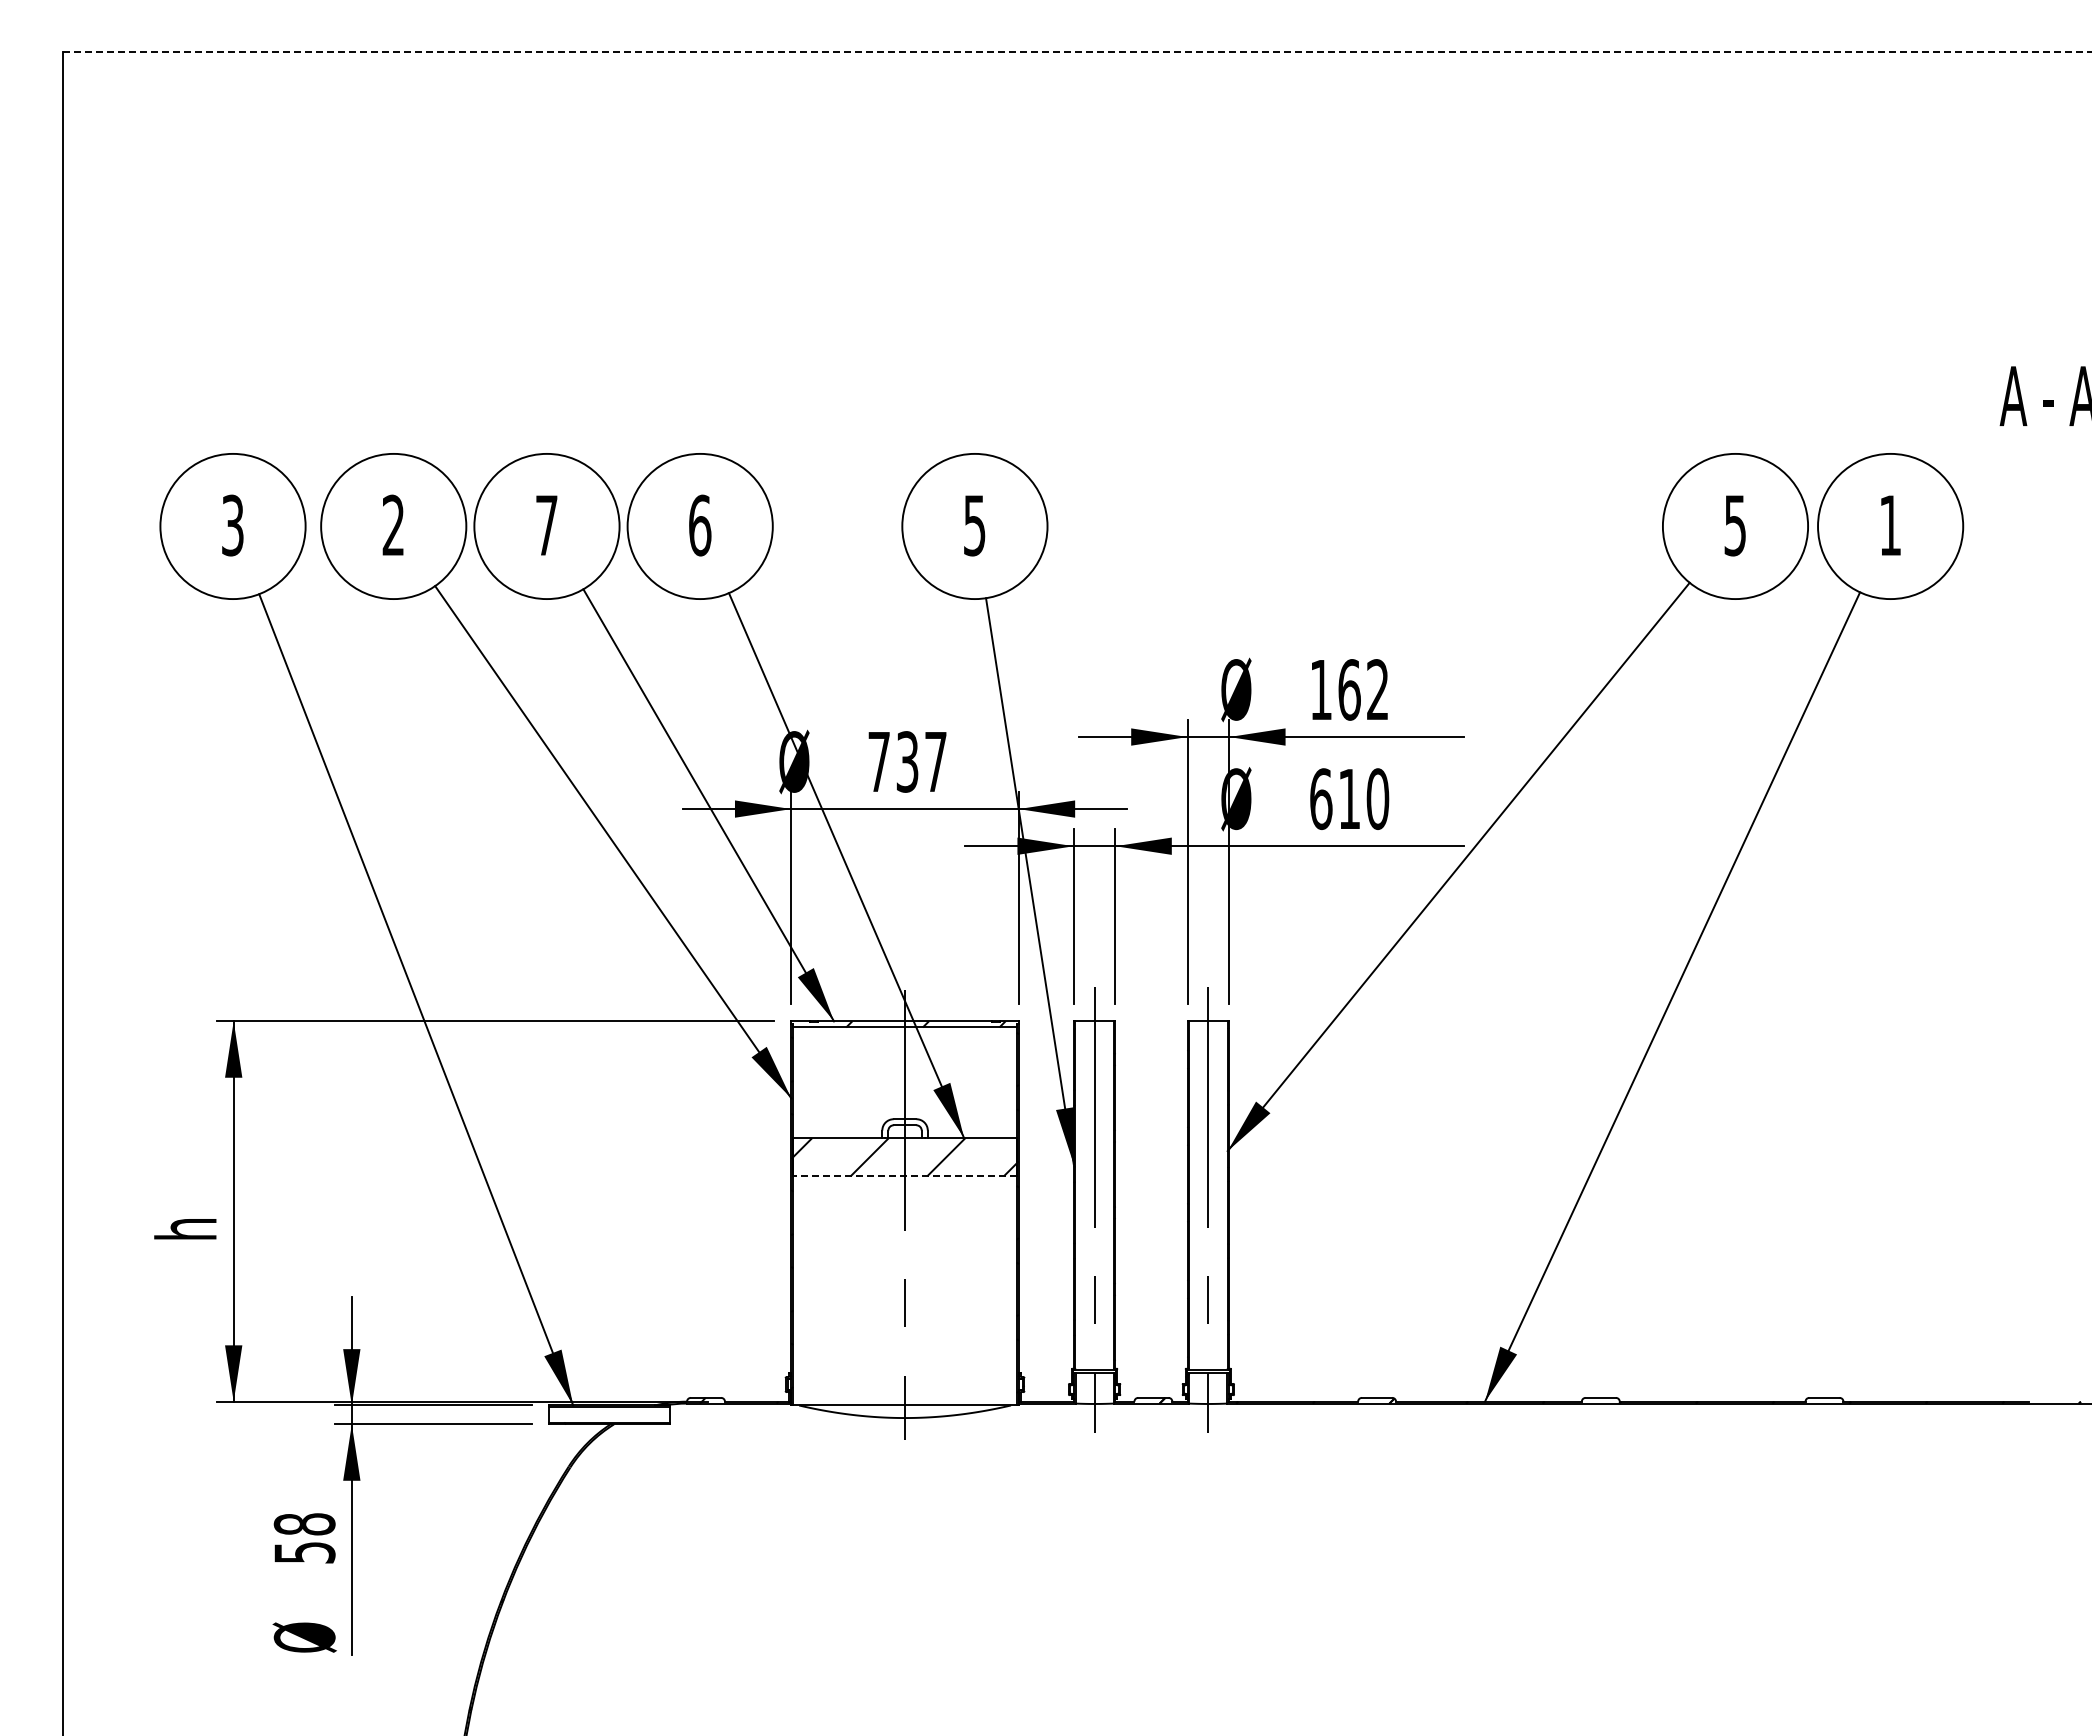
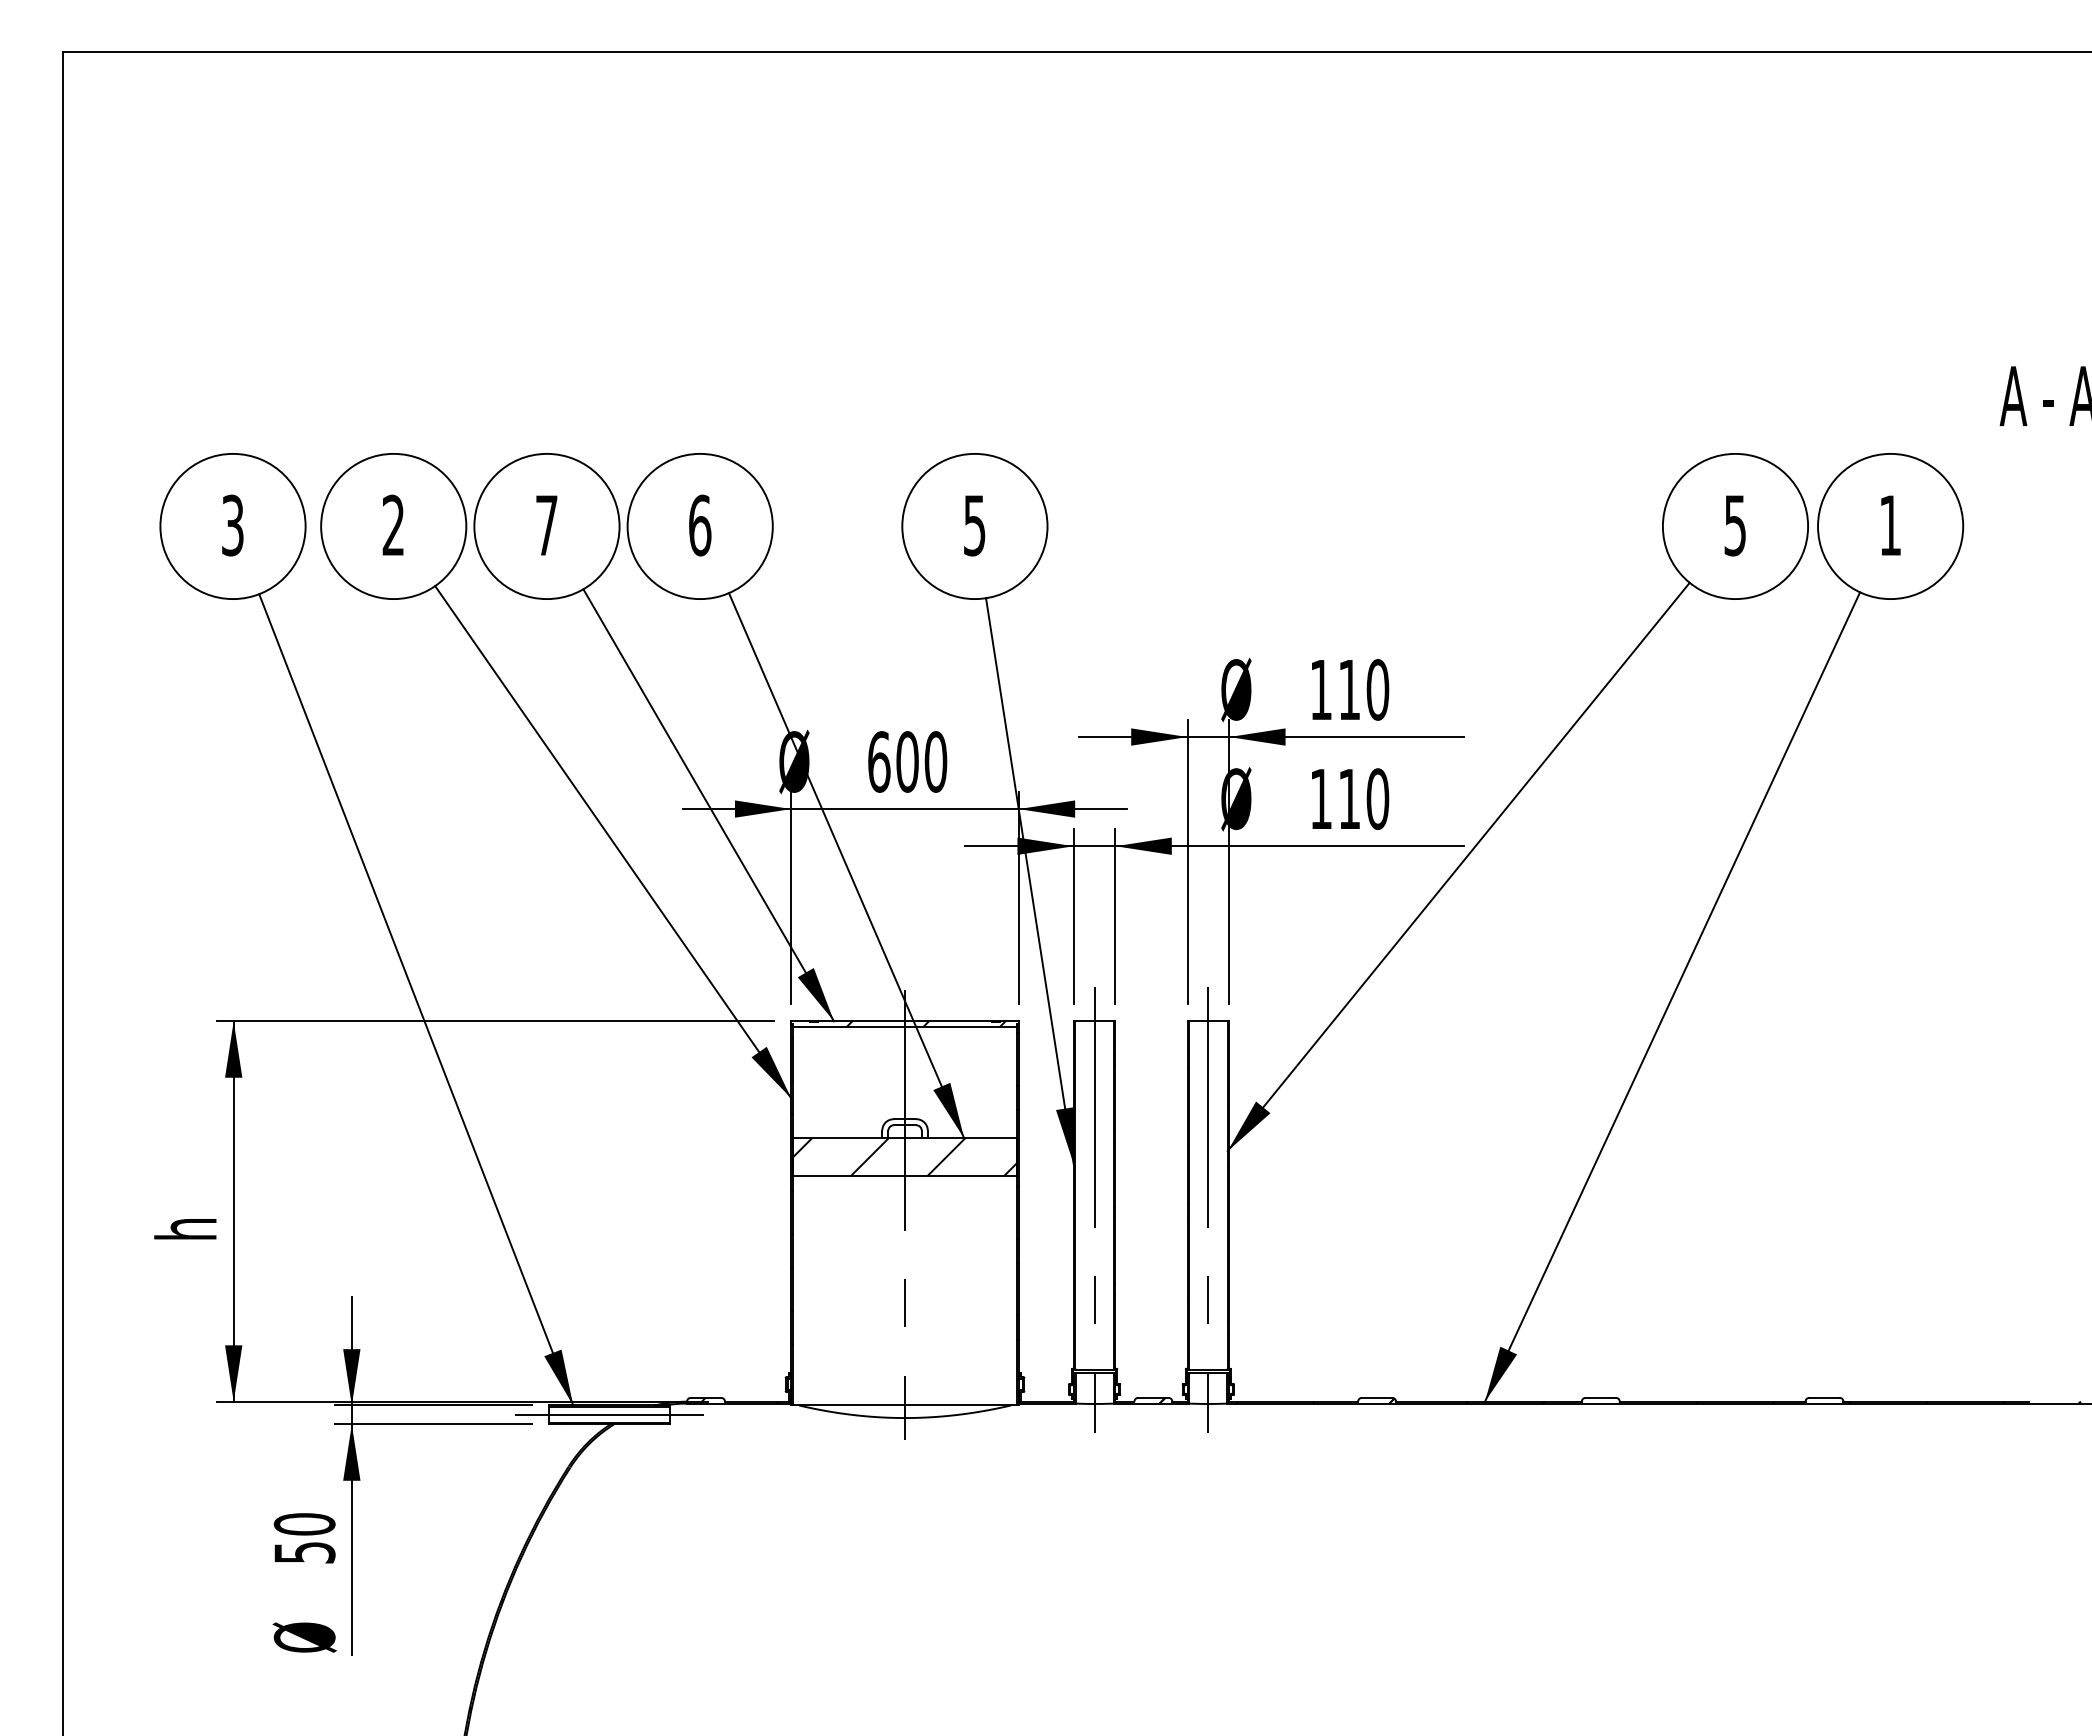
line at (1077, 51): dashed -> solid
text at (1363, 689): 162 -> 110
text at (907, 761): 737 -> 600
text at (1321, 799): 610 -> 110
line at (905, 1176): dashed -> solid
line at (609, 1414): none -> present
text at (304, 1524): 58 -> 50
